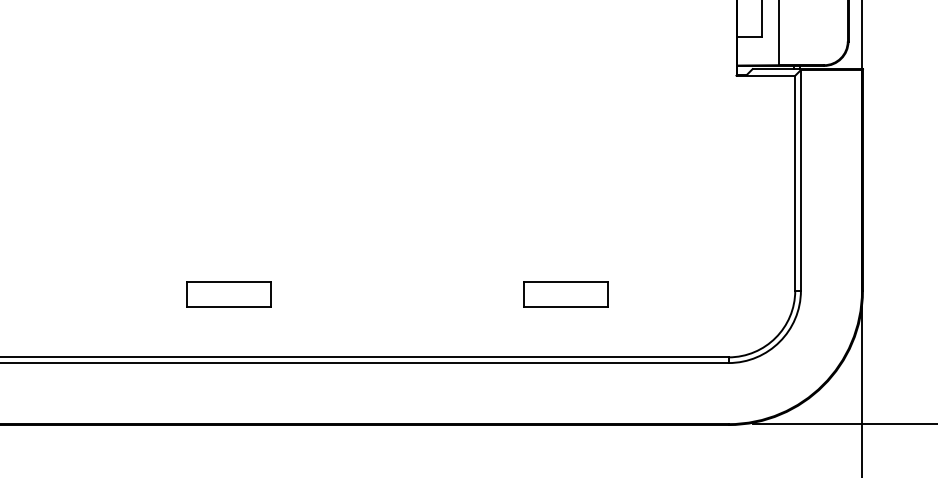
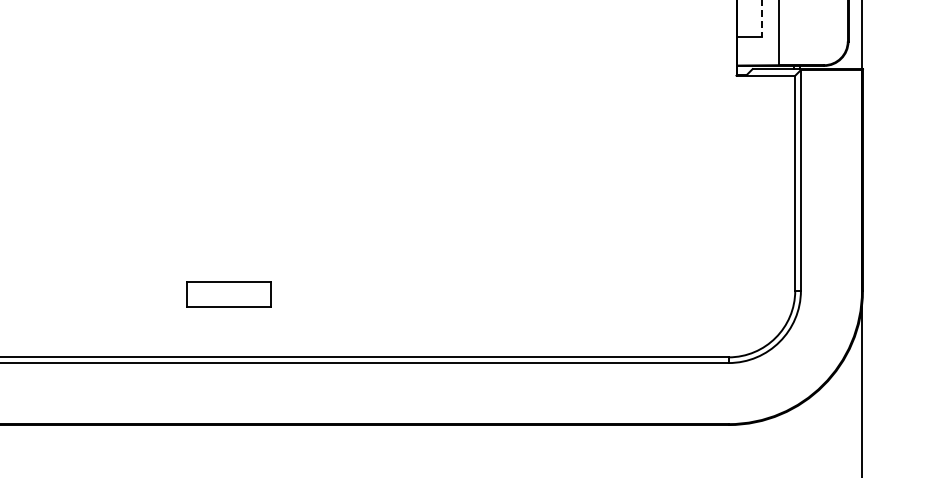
line at (762, 18): solid -> dashed
part at (565, 294): present -> none
line at (843, 424): present -> none
